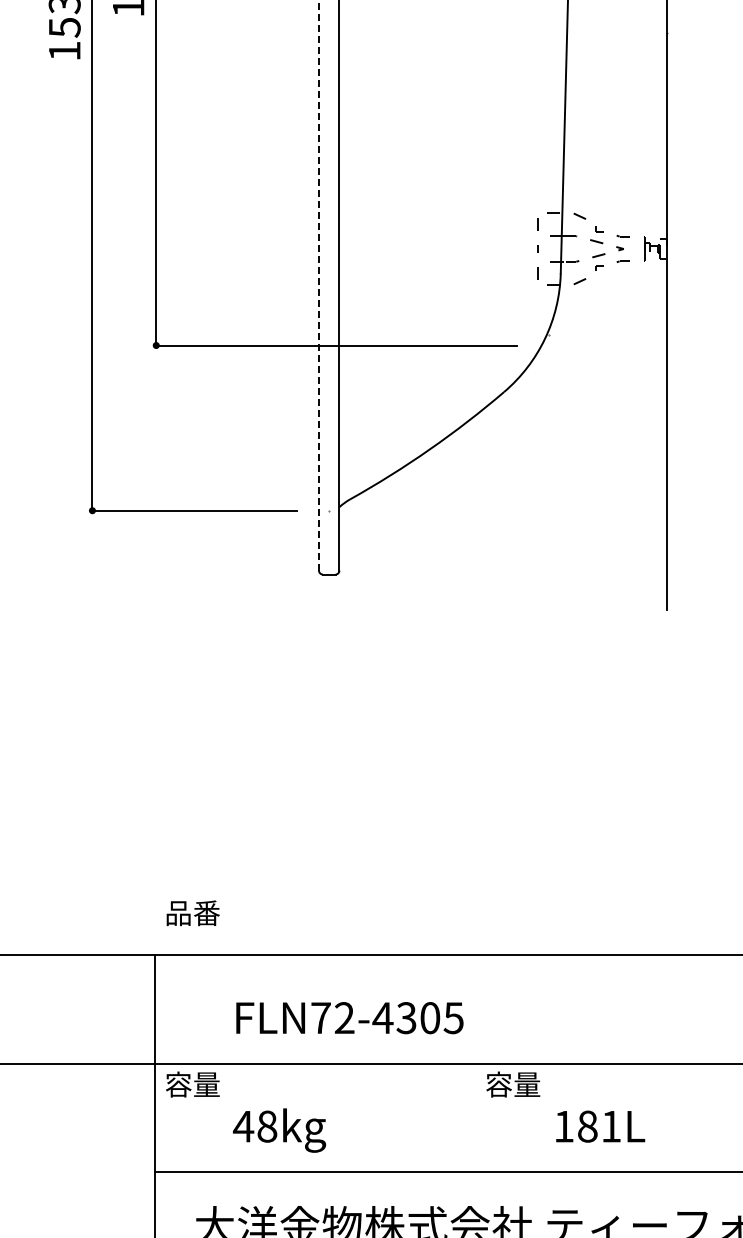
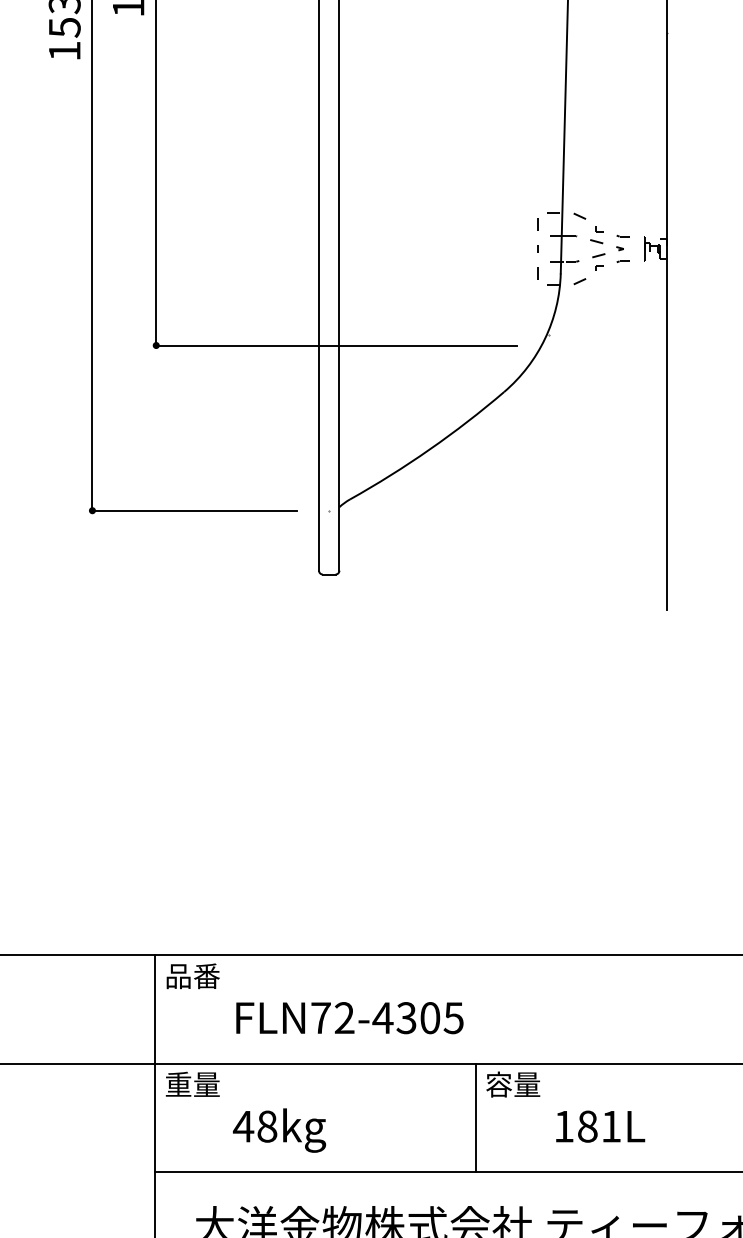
line at (319, 284): dashed -> solid
text at (192, 913) position: (192, 913) -> (192, 976)
text at (178, 1084): 容量 -> 重量
line at (475, 1117): none -> present
